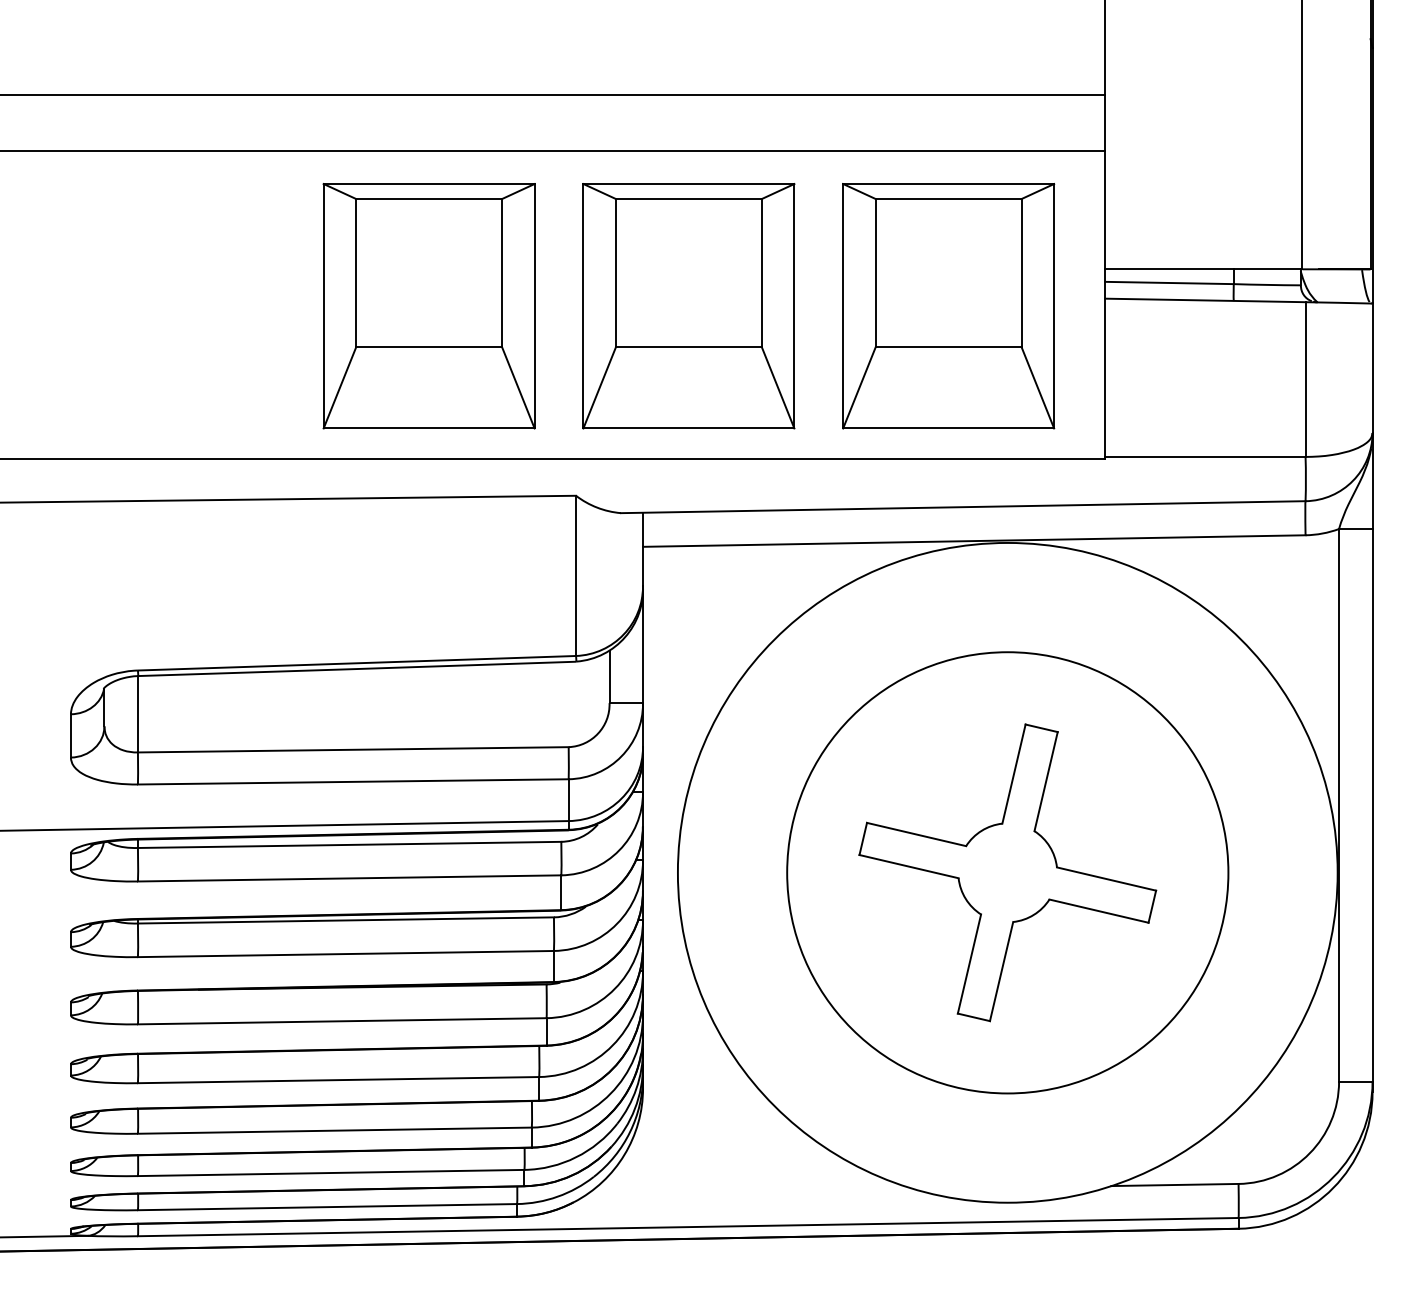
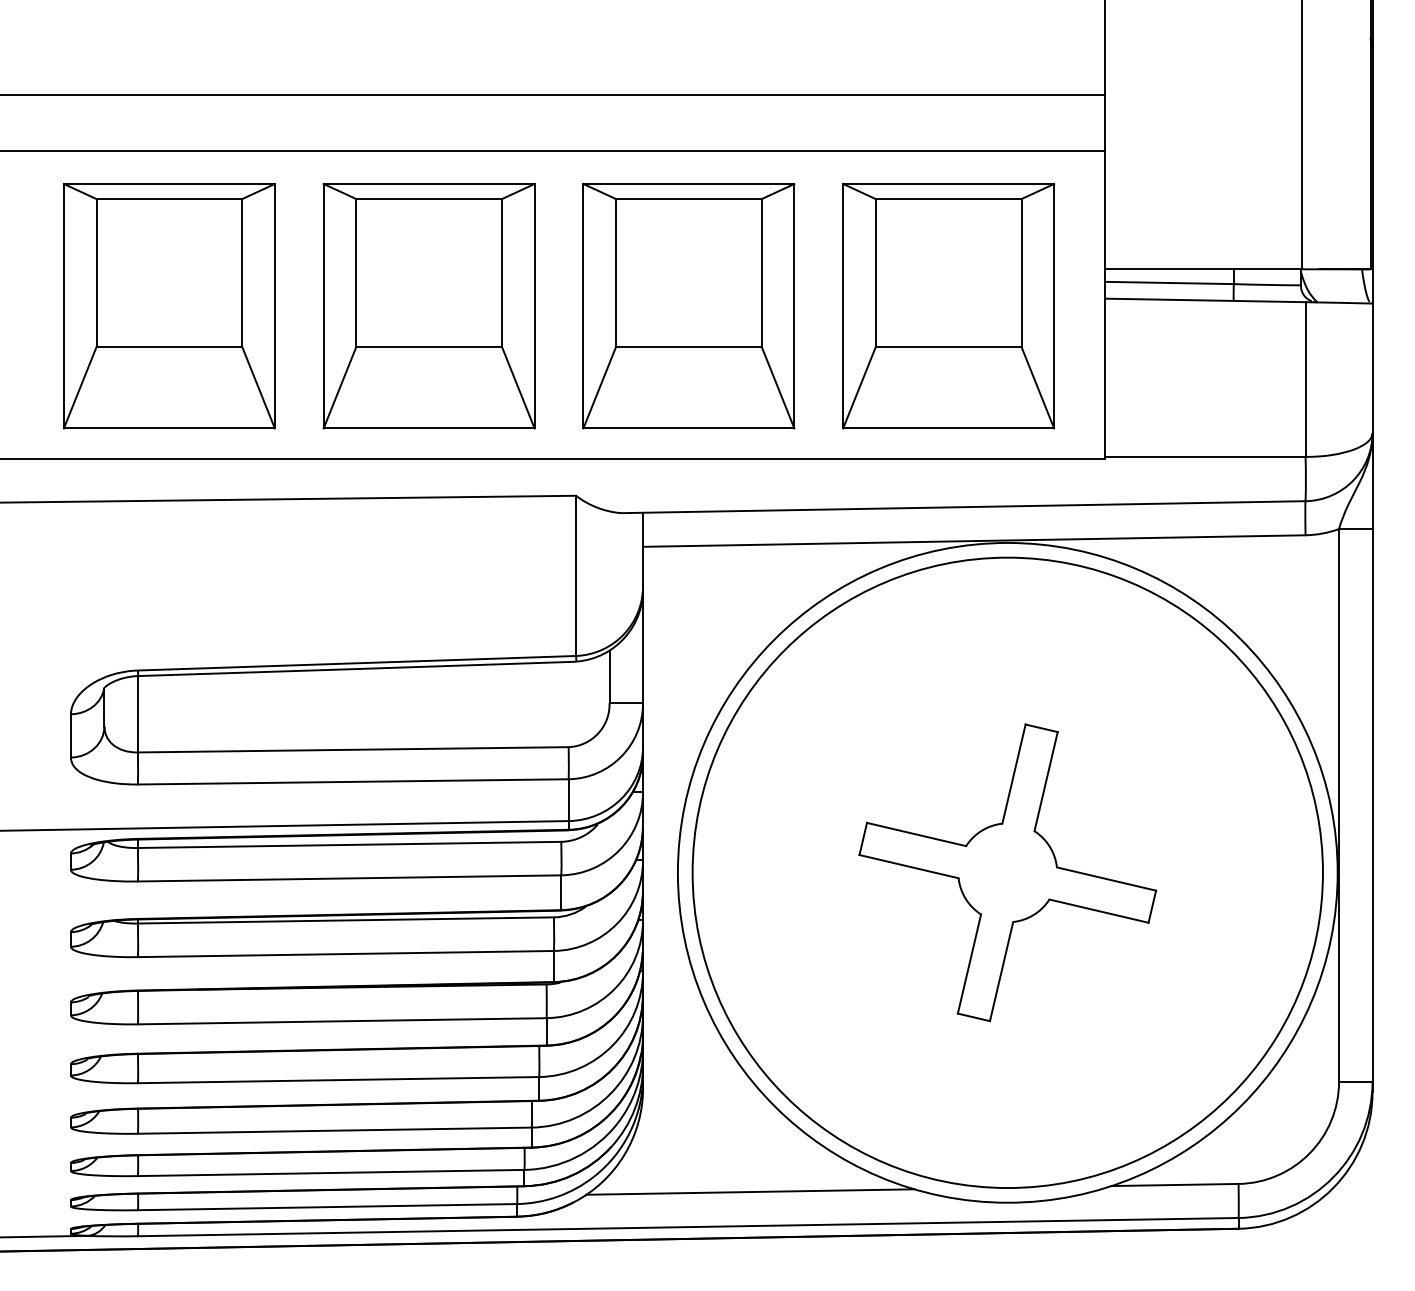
part at (168, 306): none -> present
circle at (1007, 872) diameter: 441 px -> 630 px
line at (750, 1191): none -> present
